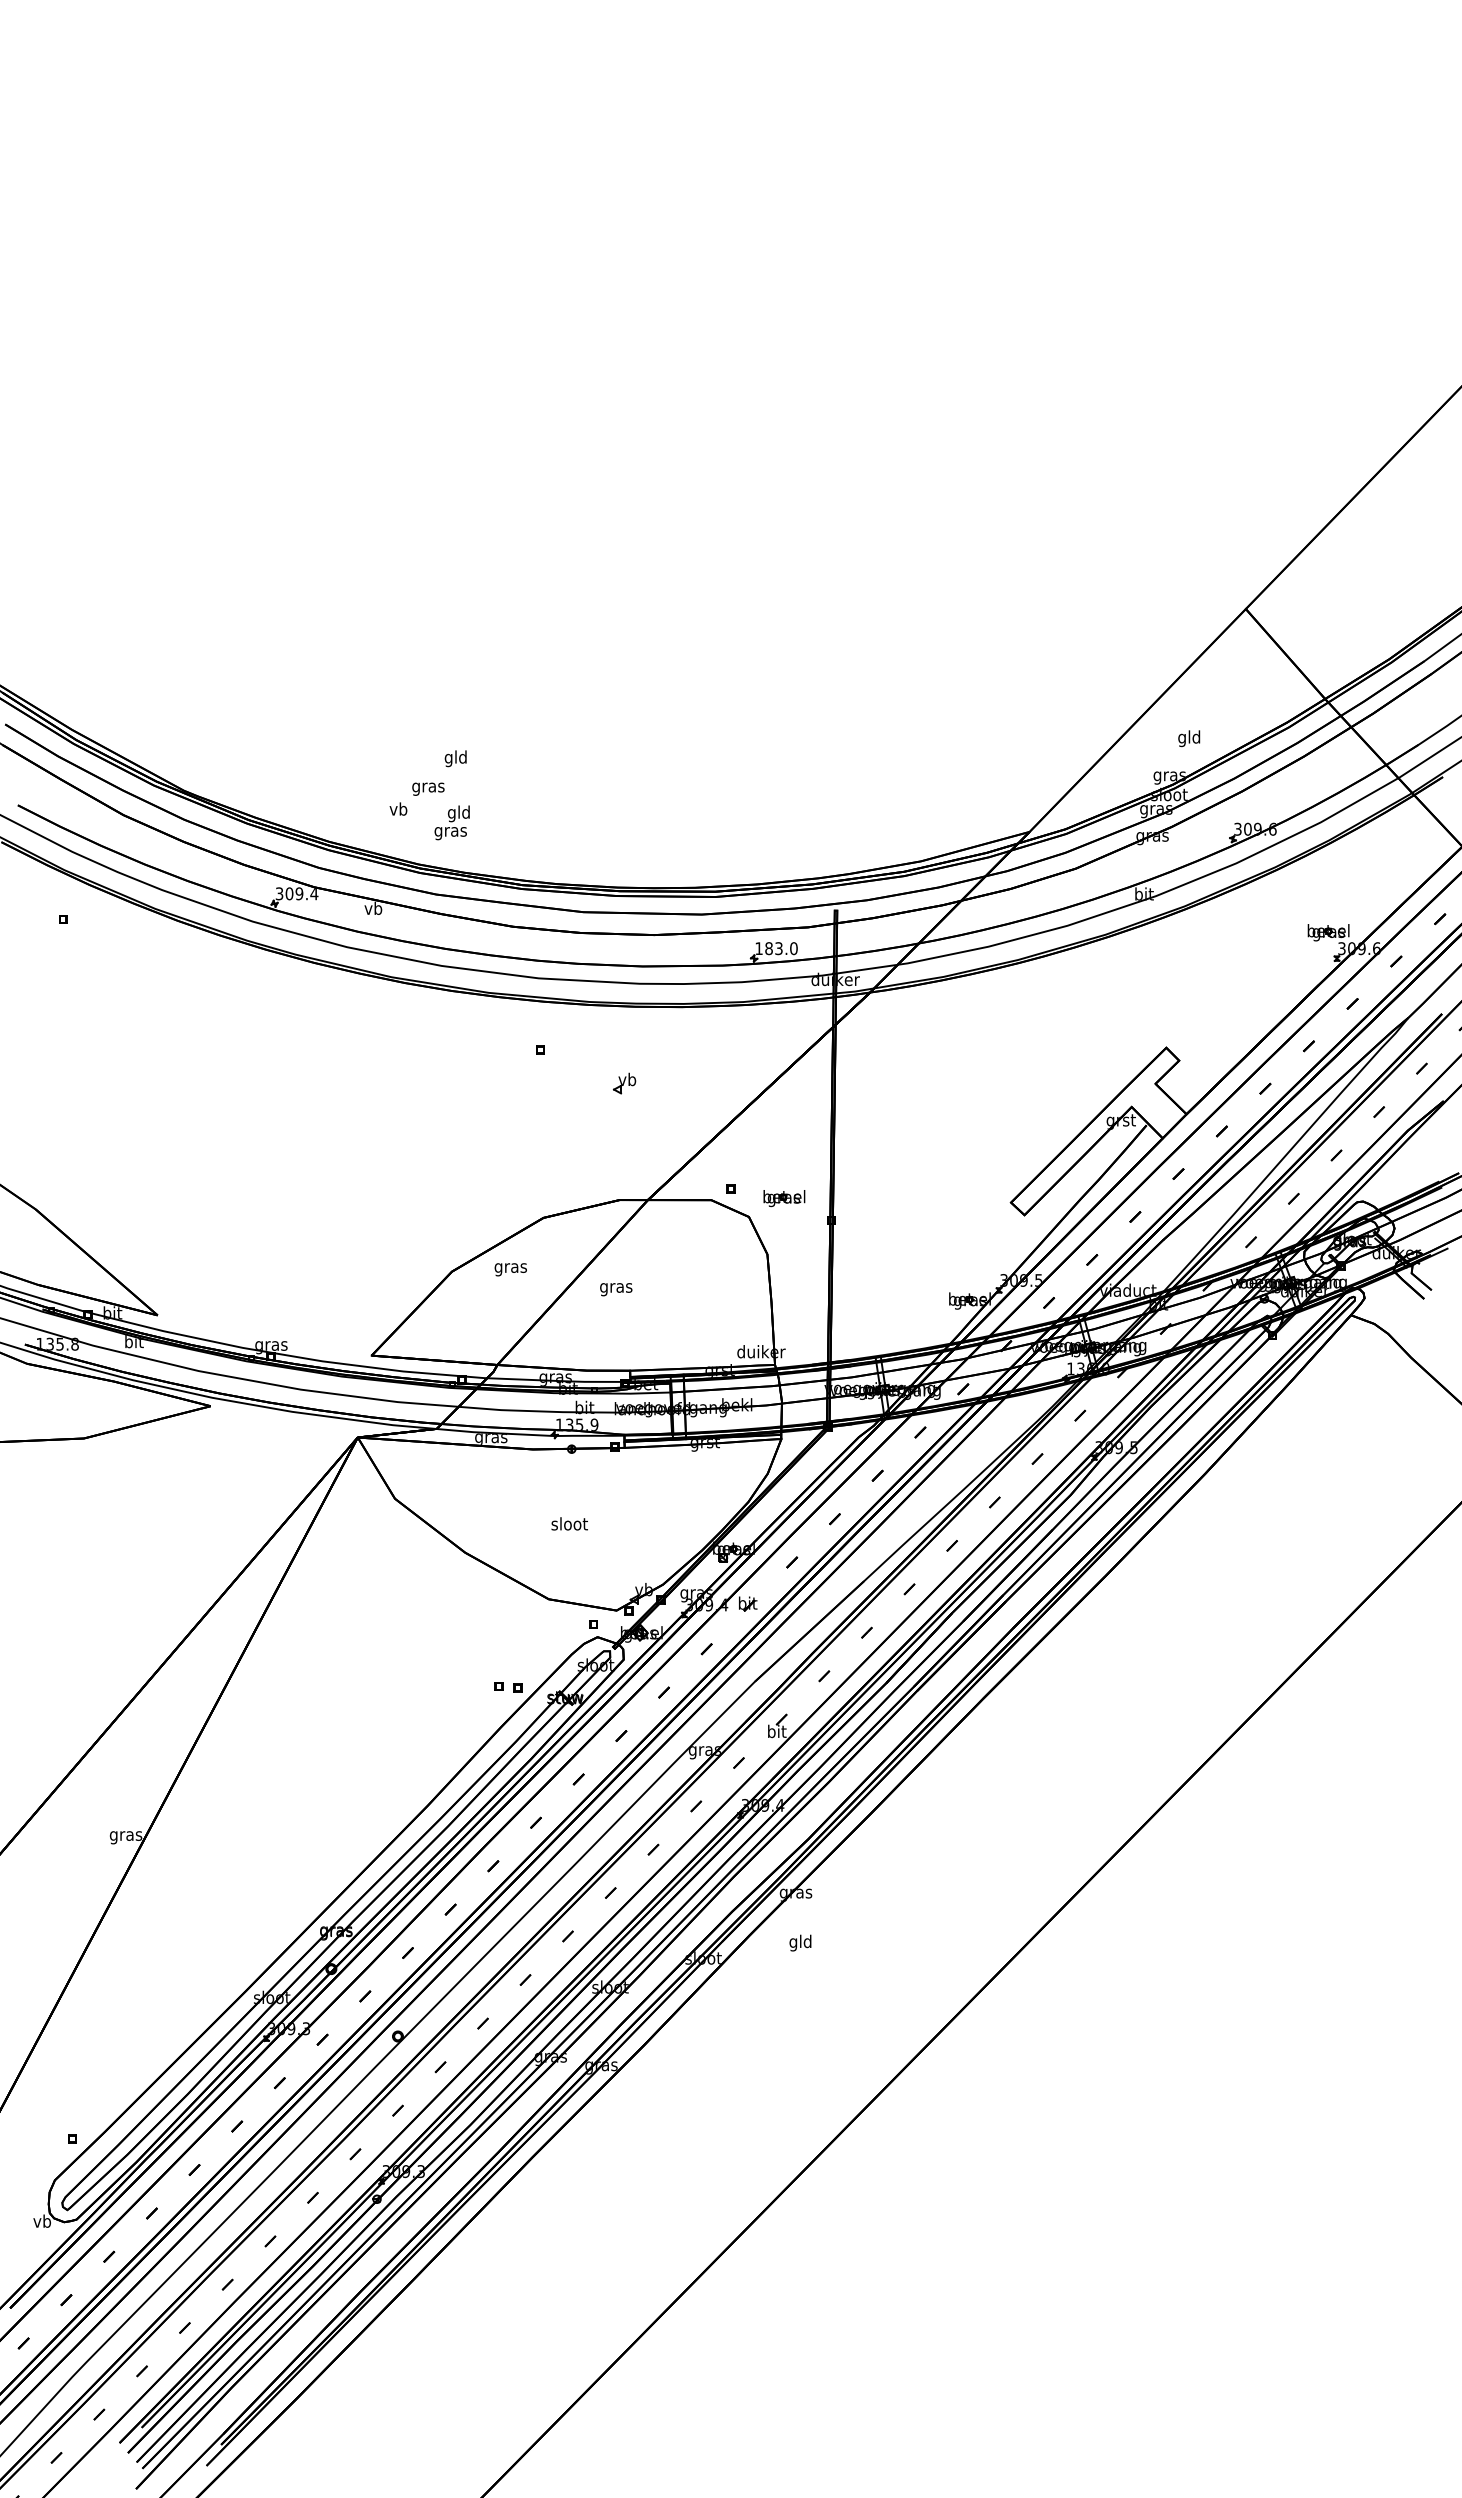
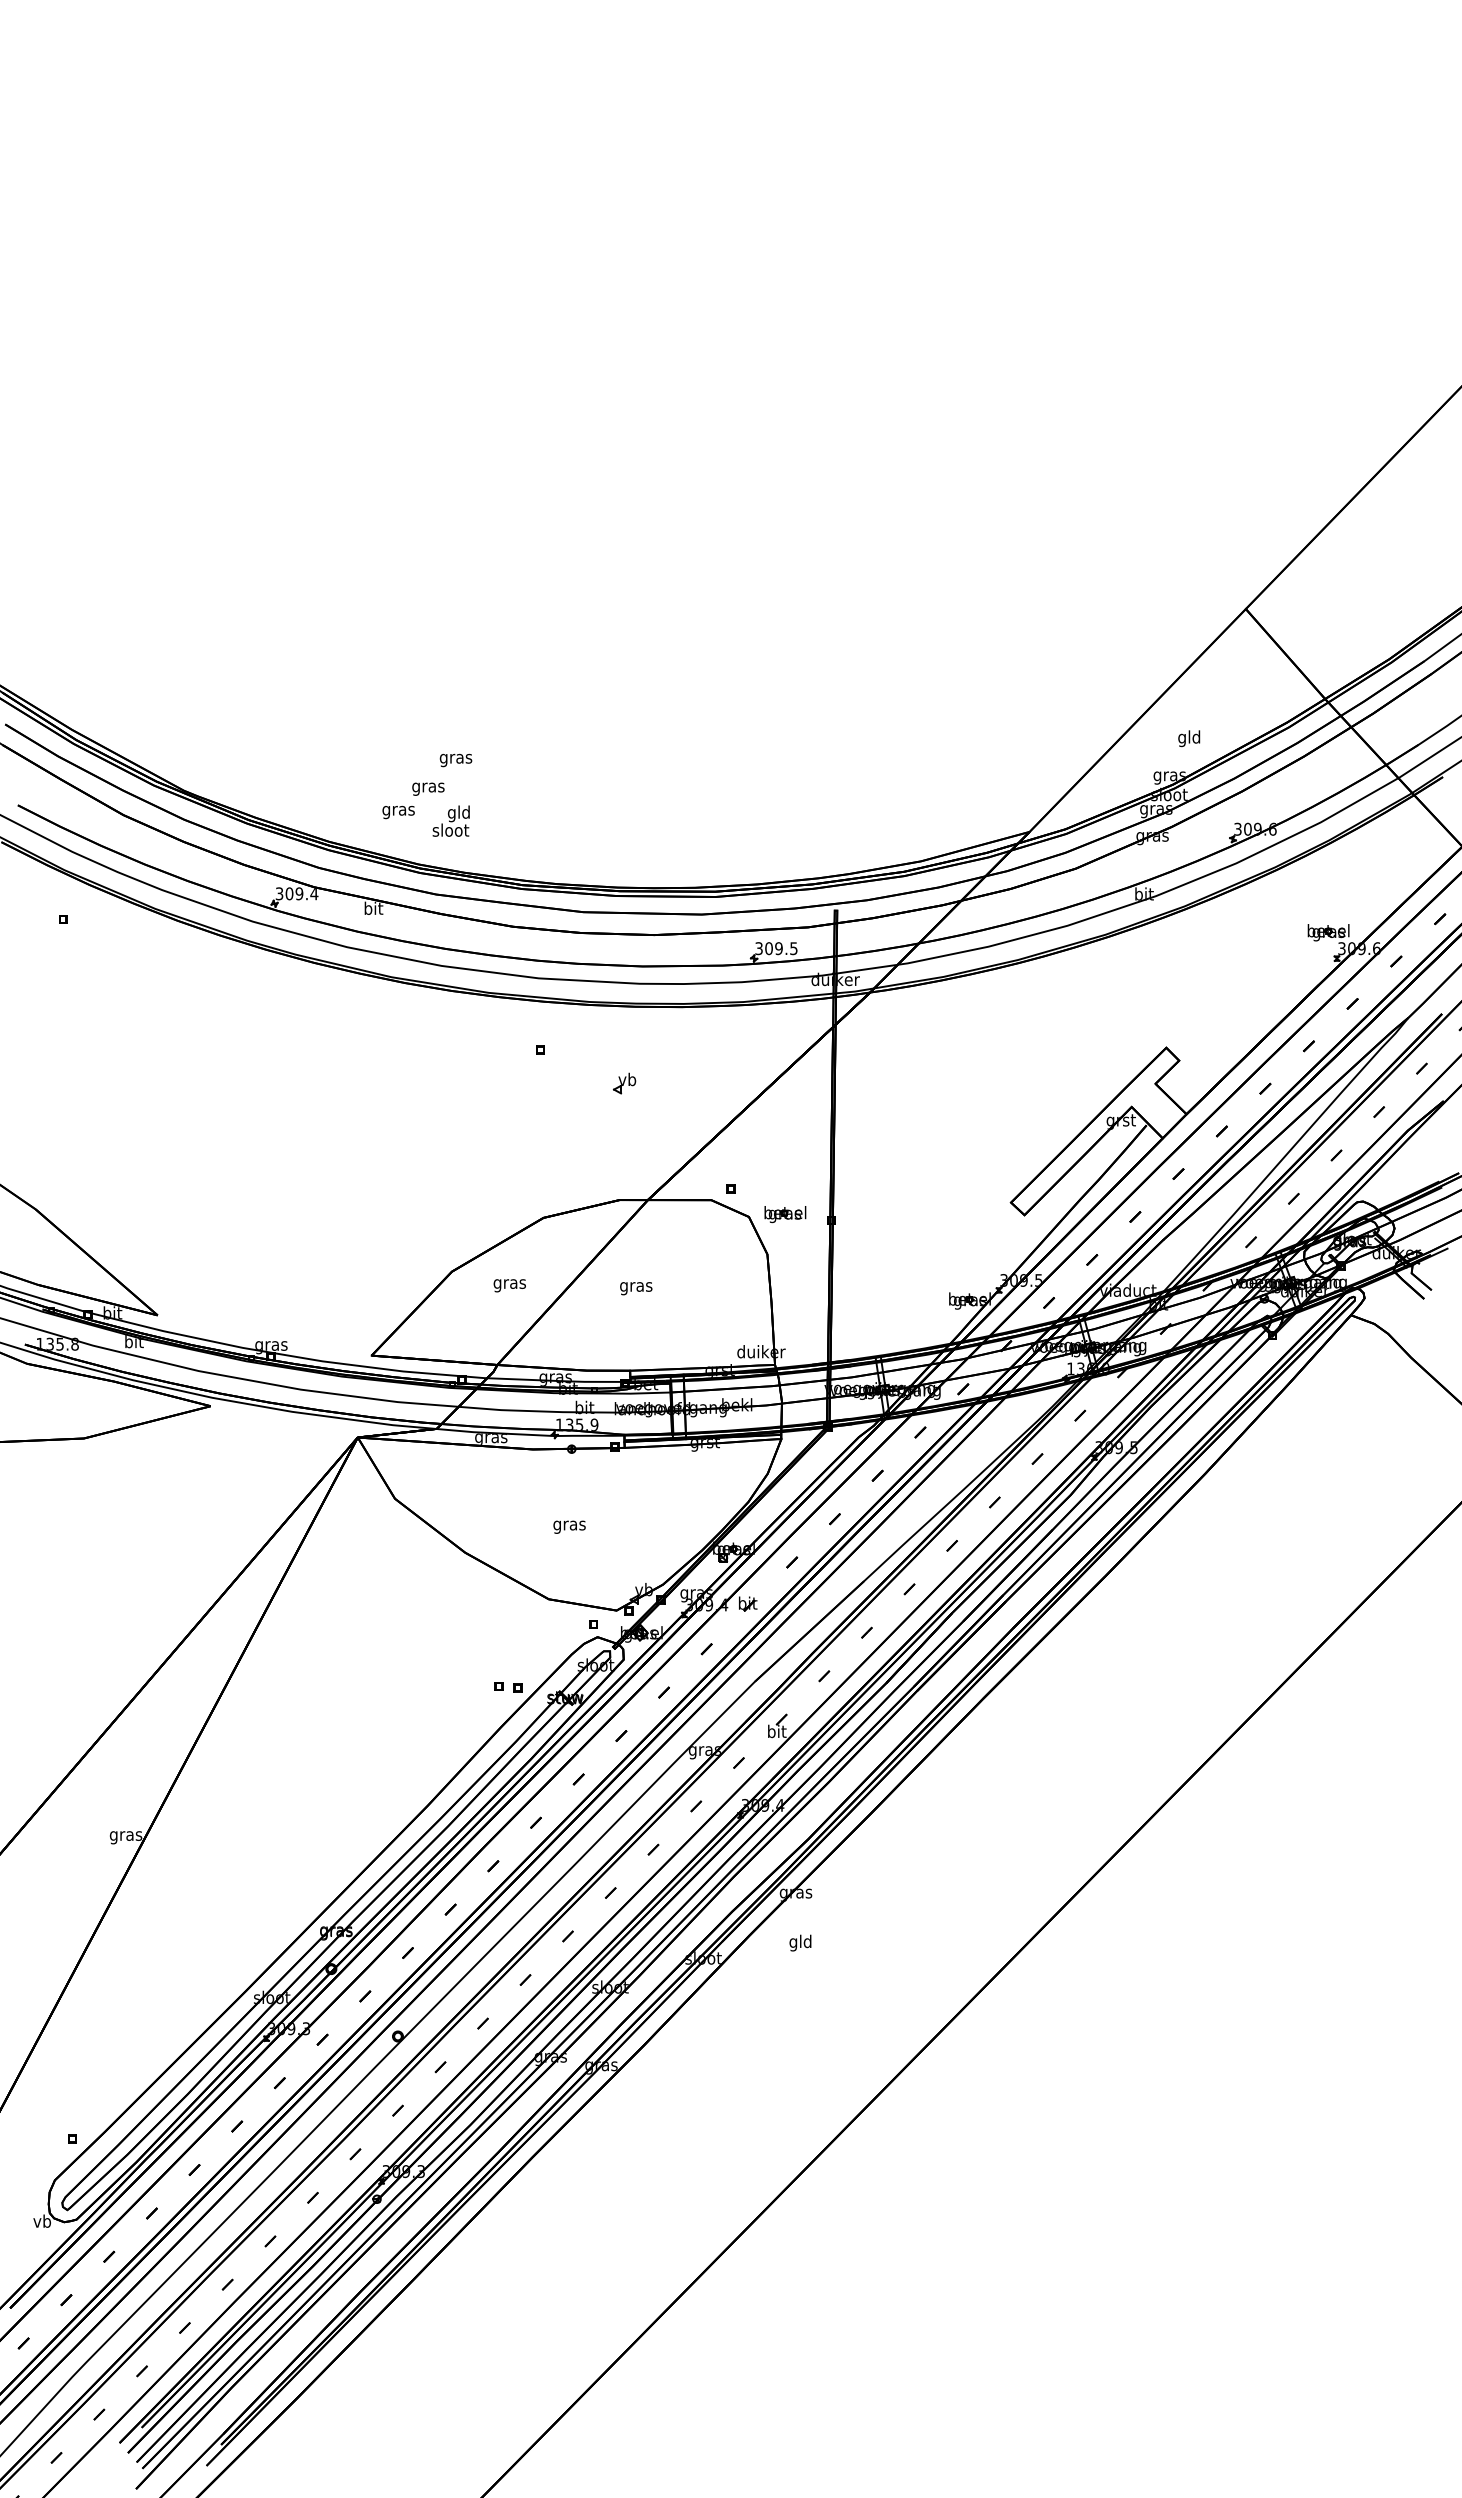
text at (455, 758): gld -> gras
text at (398, 810): vb -> gras
text at (450, 831): gras -> sloot
text at (373, 907): vb -> bit
text at (776, 948): 183.0 -> 309.5
part at (784, 1198) position: (784, 1198) -> (785, 1214)
text at (510, 1269) position: (510, 1269) -> (509, 1285)
text at (616, 1289) position: (616, 1289) -> (636, 1288)
text at (569, 1525): sloot -> gras
